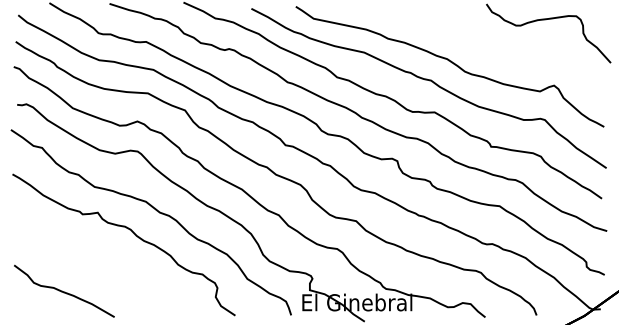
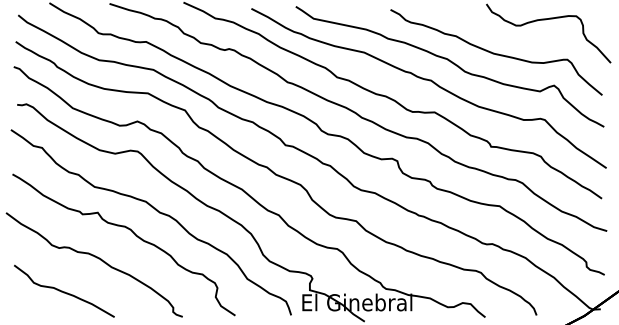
curve at (496, 53): none -> present
part at (96, 258): none -> present
